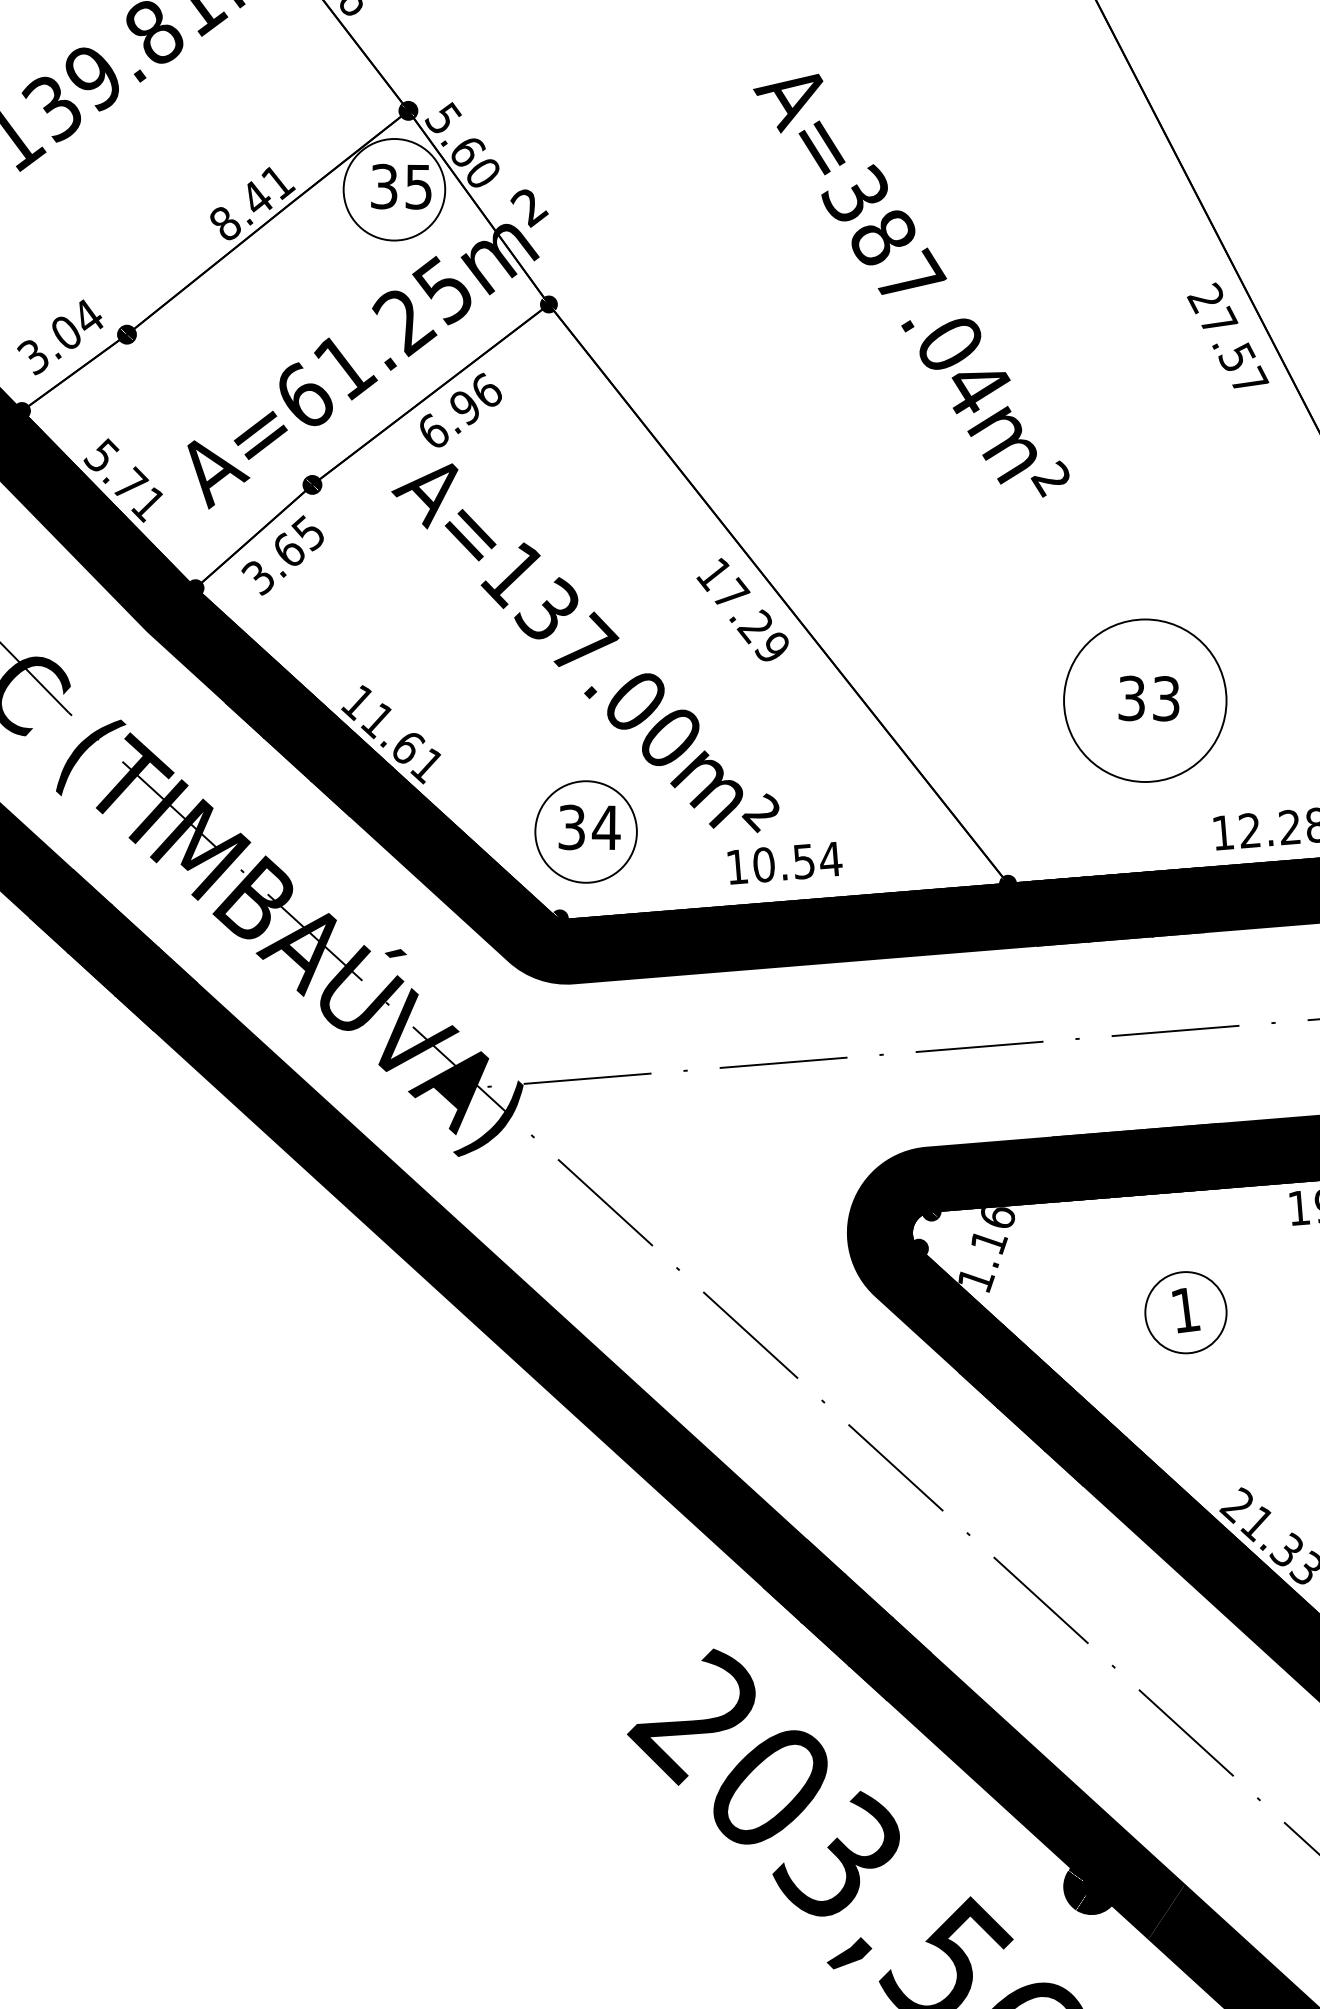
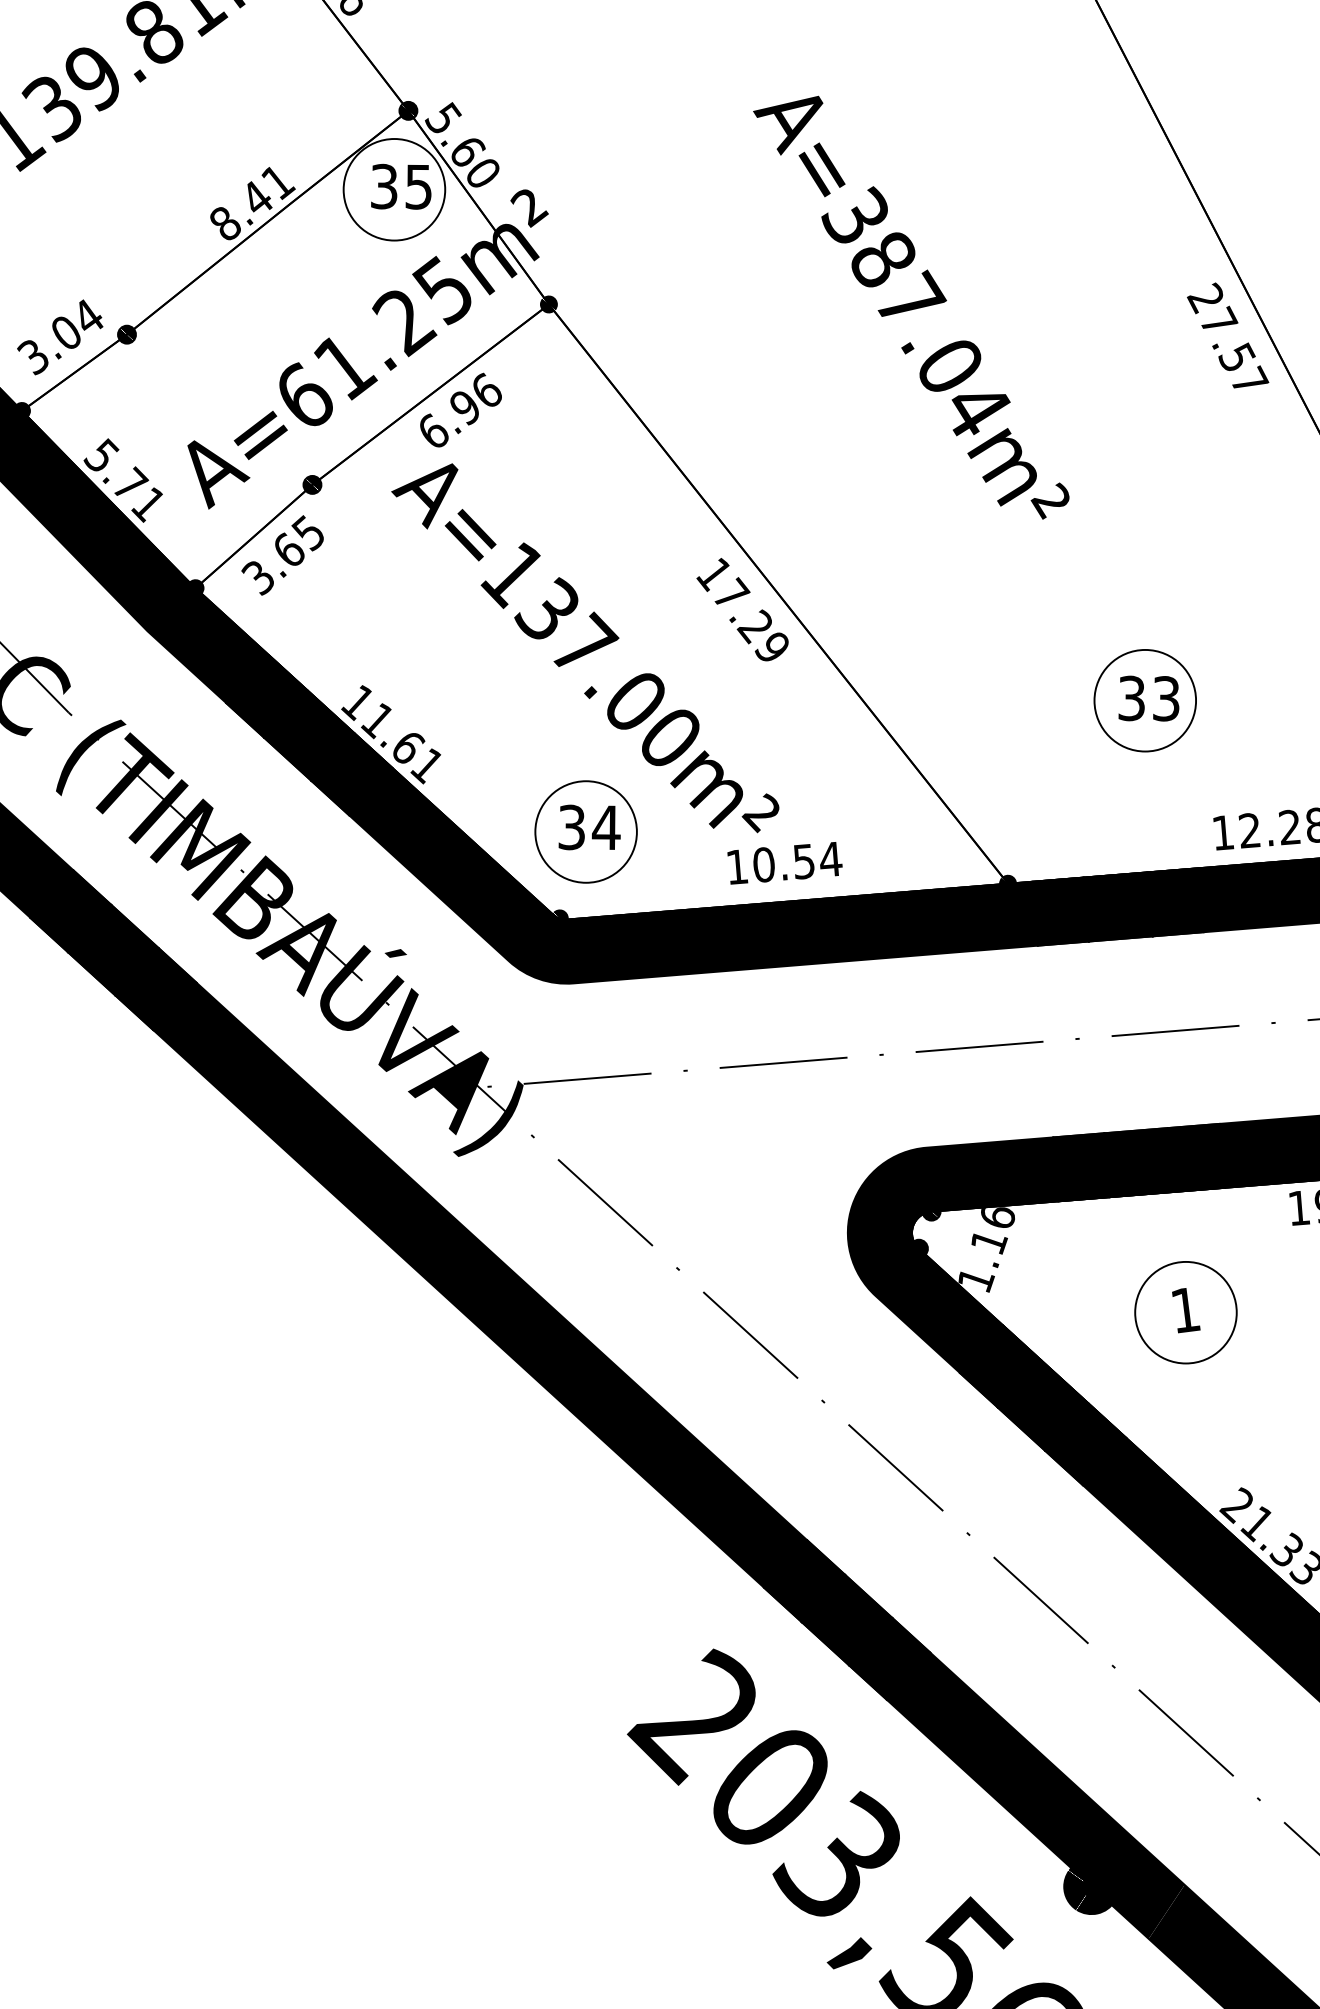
text at (911, 285) position: (911, 285) -> (911, 307)
circle at (1145, 700) diameter: 162 px -> 102 px
circle at (1185, 1312) diameter: 81 px -> 102 px
